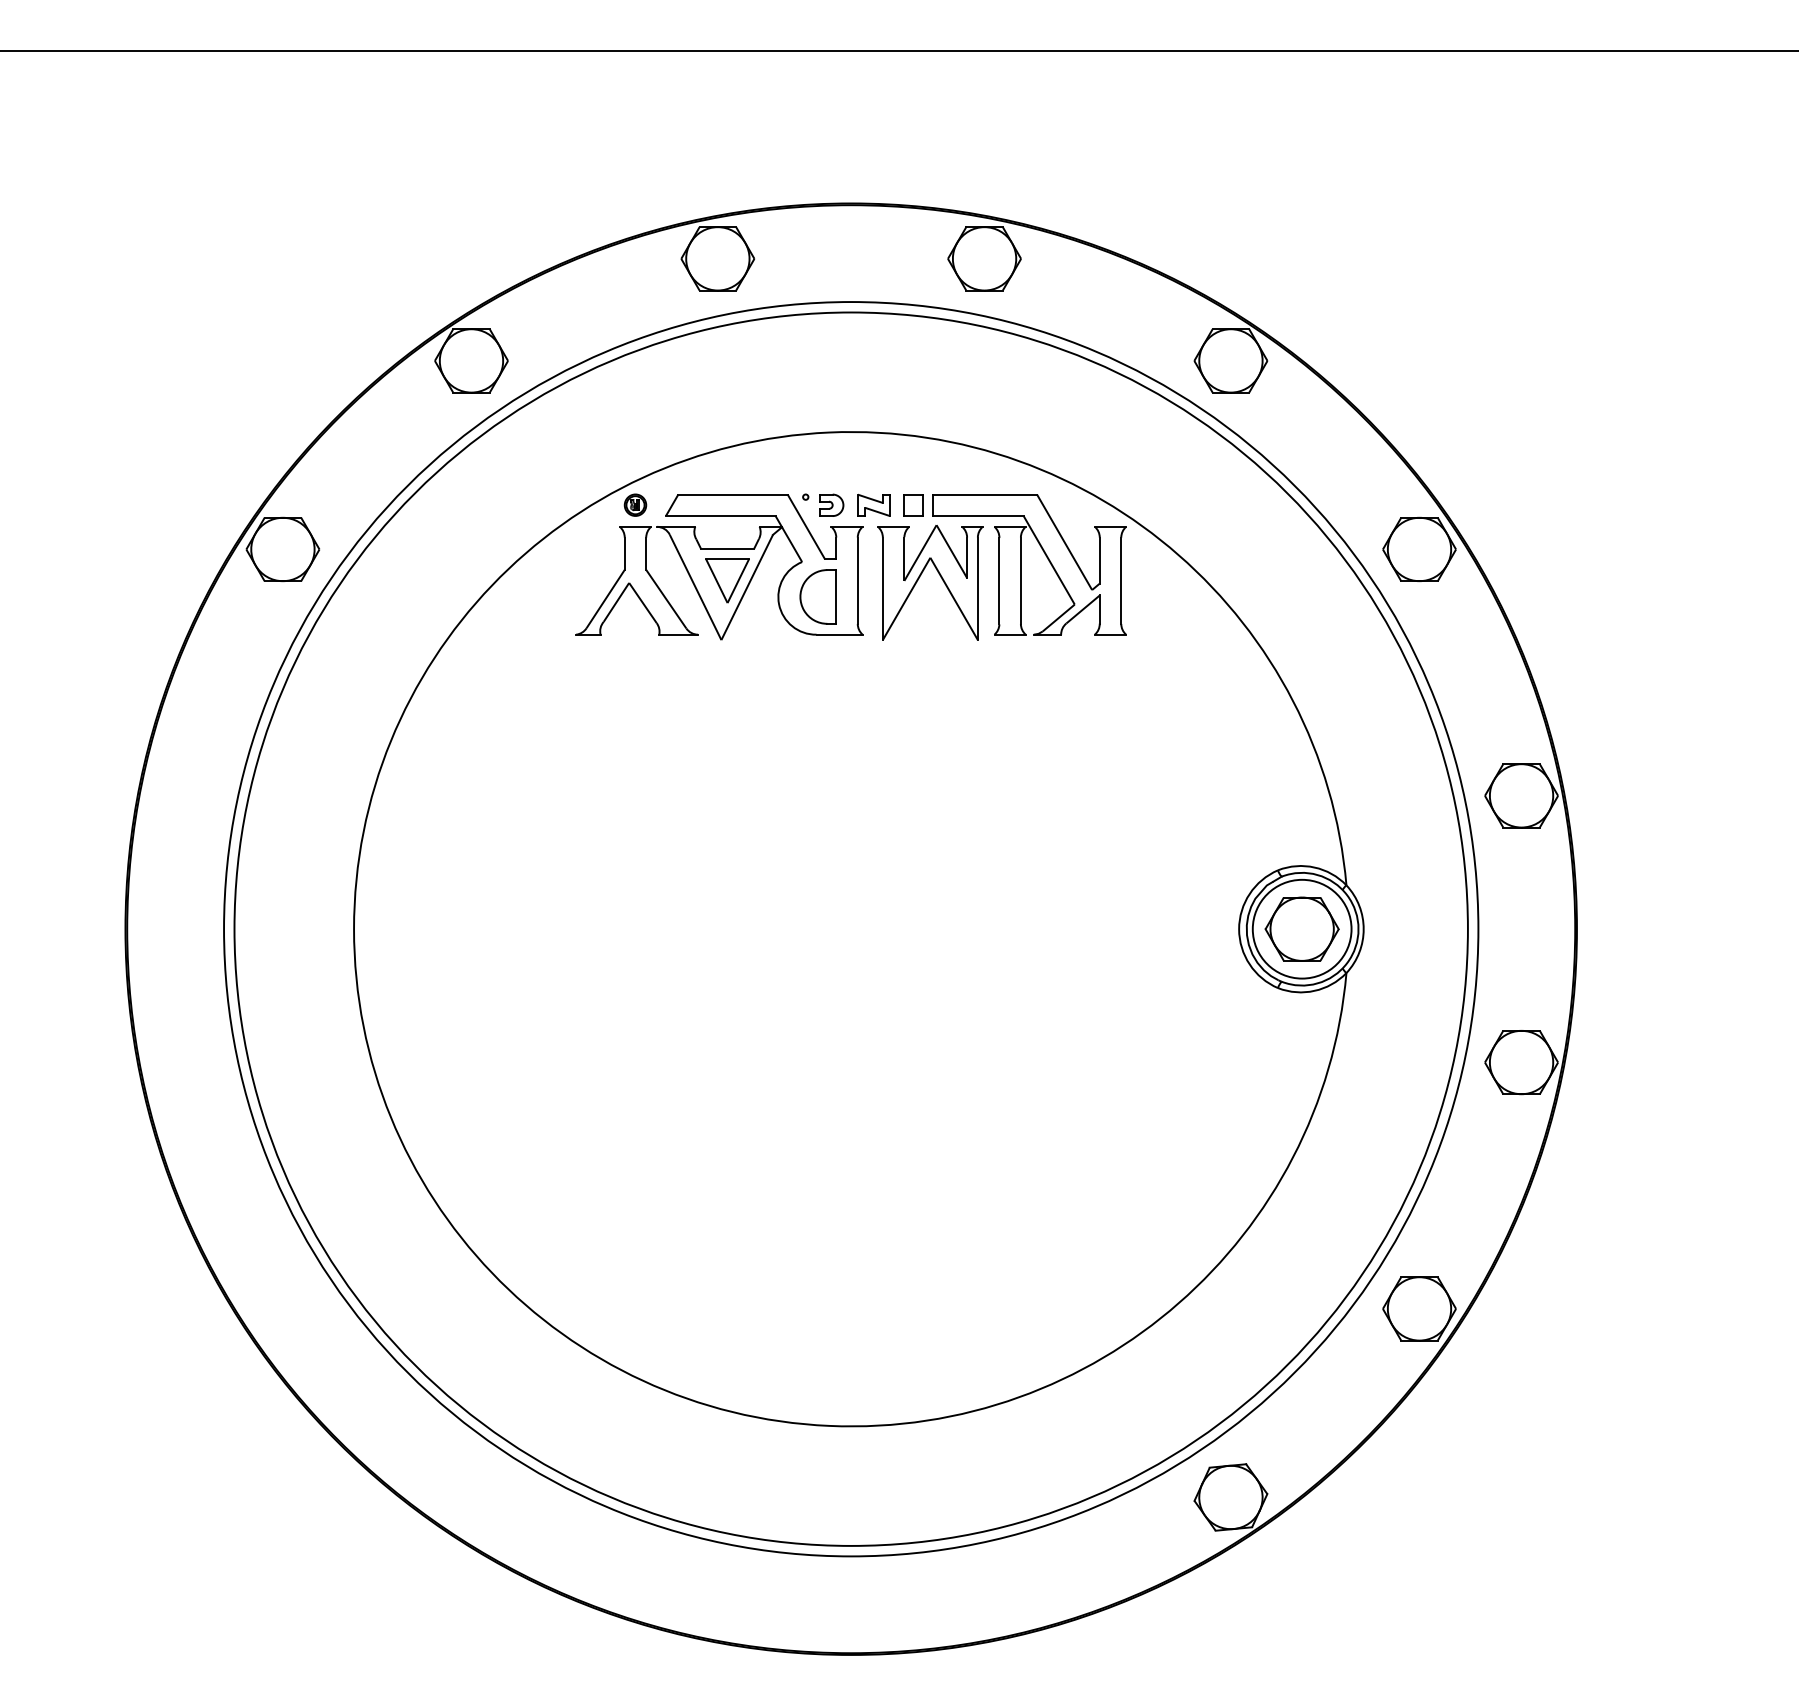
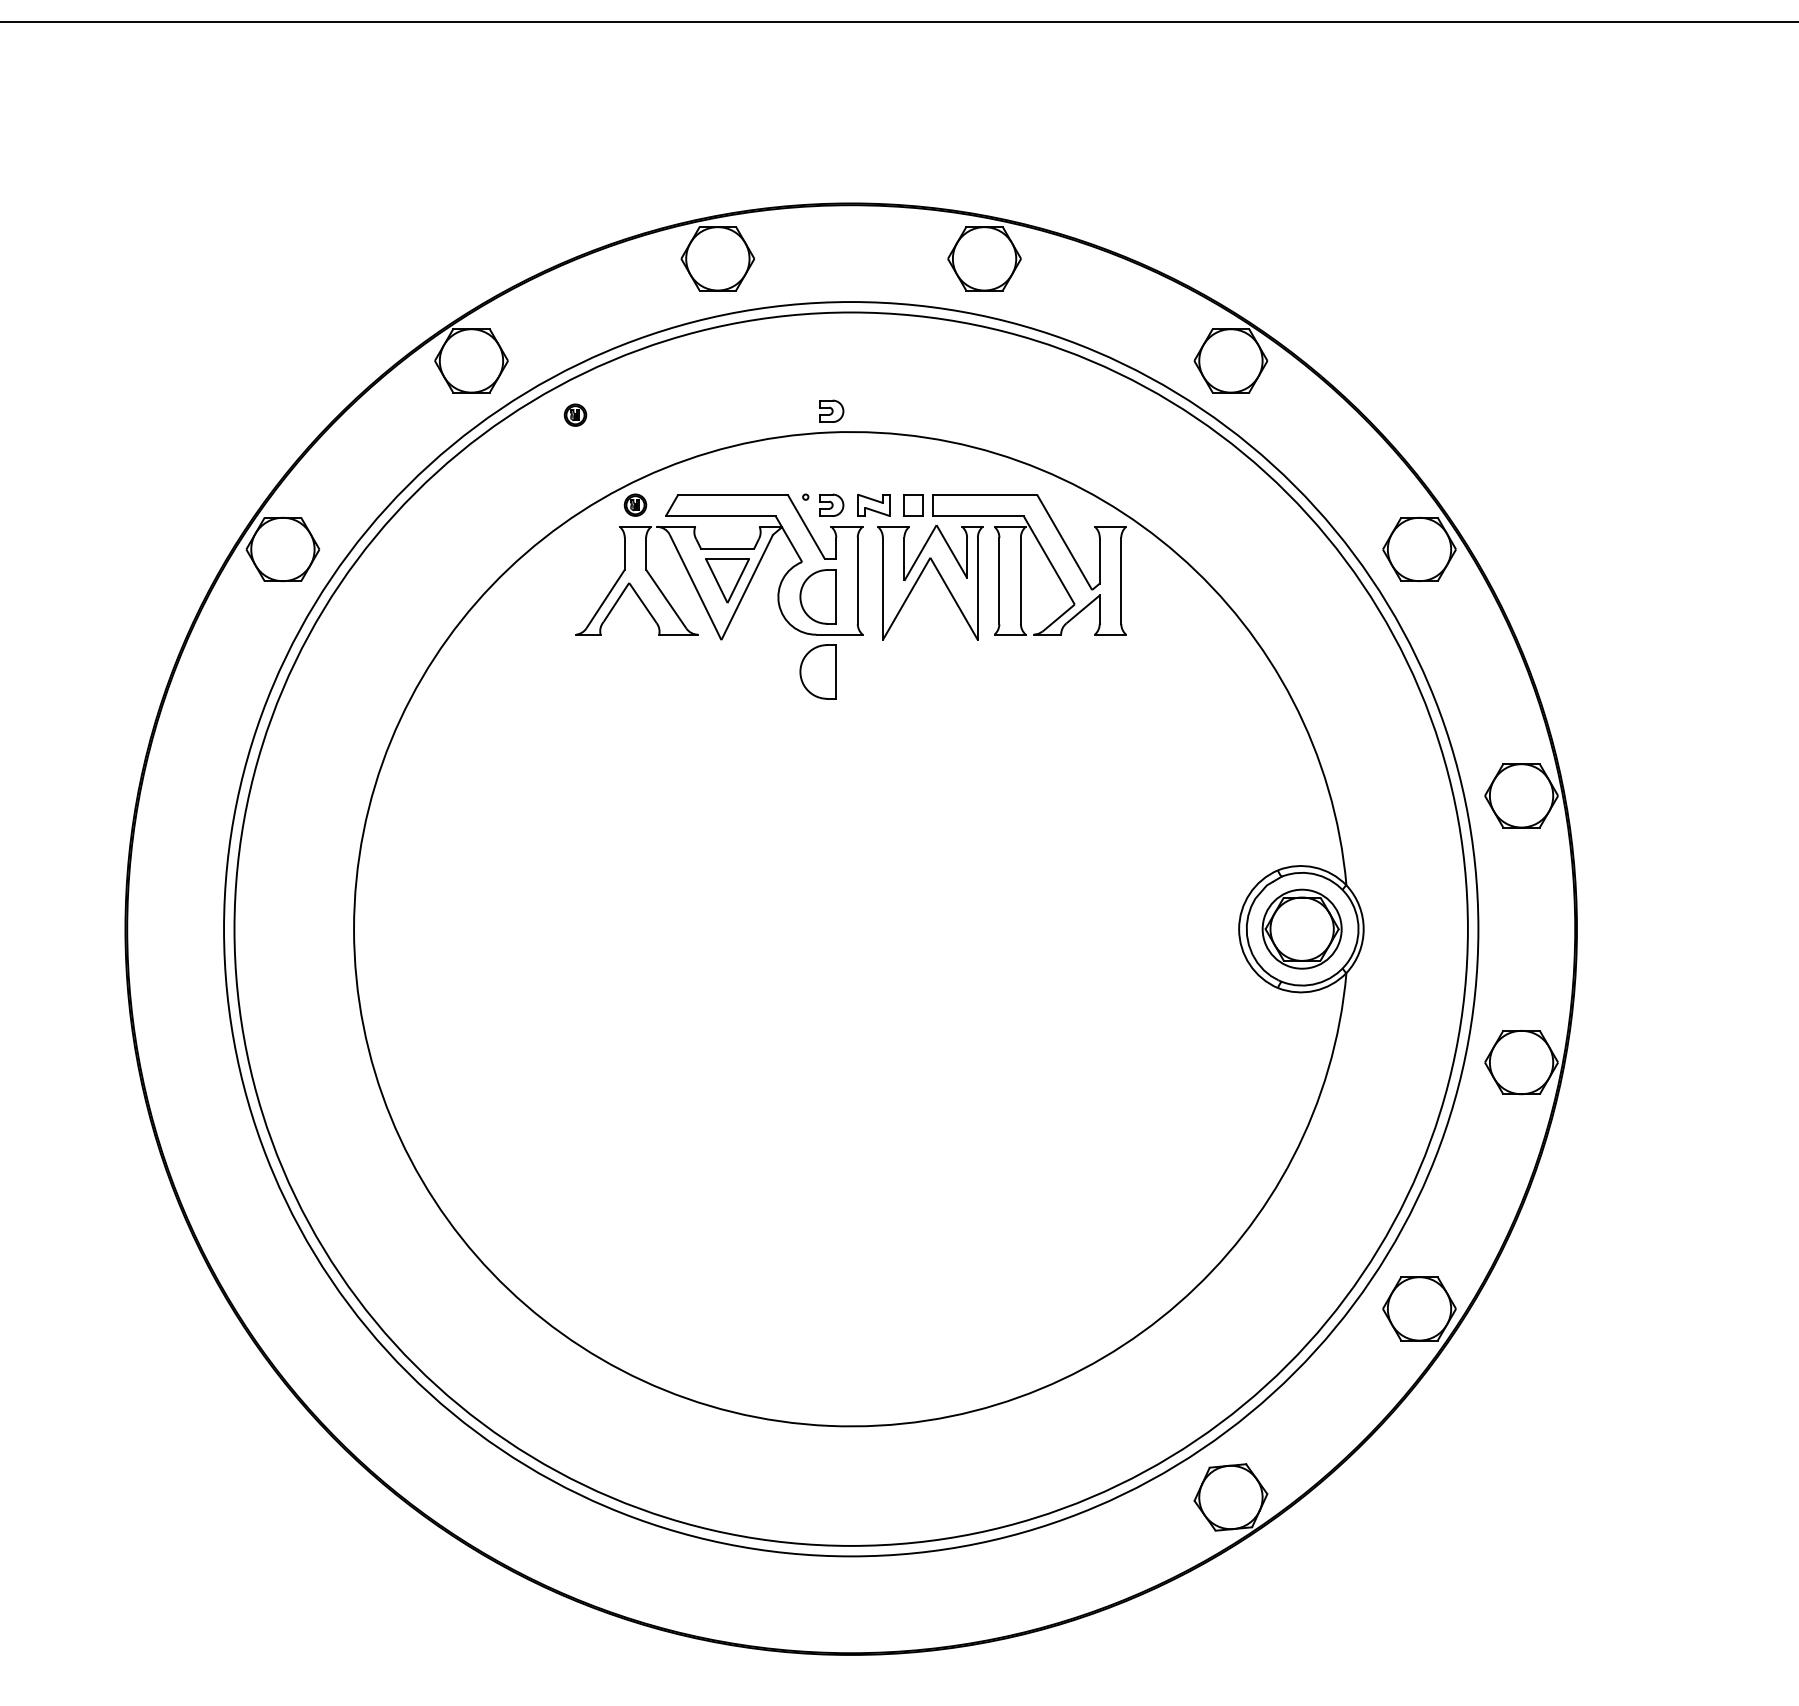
line at (898, 51) position: (898, 51) -> (898, 22)
part at (831, 410): none -> present
part at (575, 414): none -> present
part at (817, 671): none -> present
circle at (1301, 928) diameter: 99 px -> 79 px
